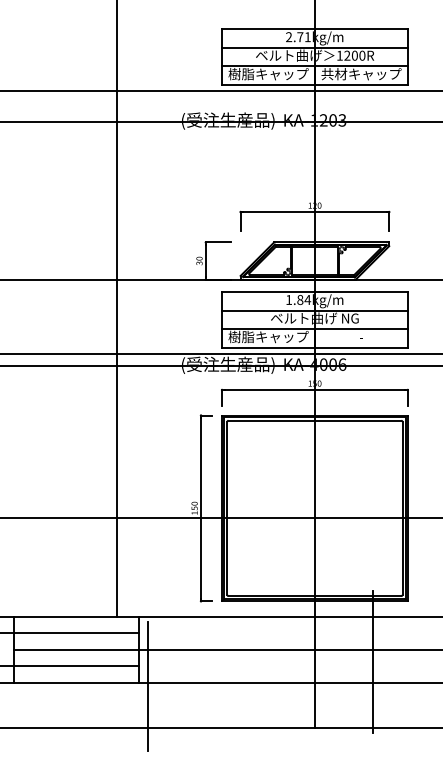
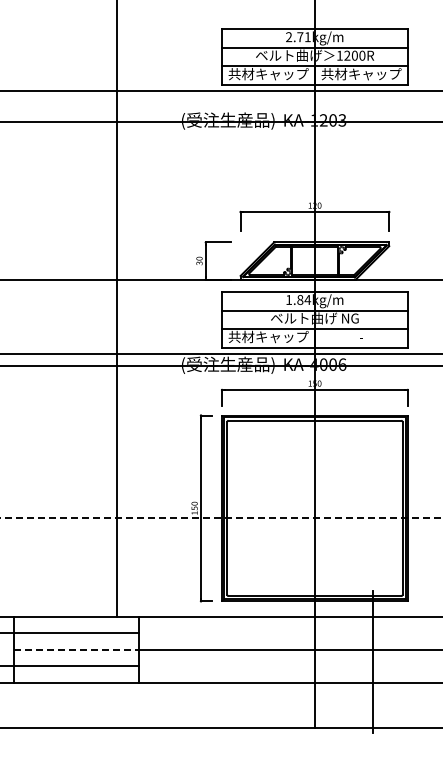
text at (241, 74): 樹脂キャップ -> 共材キャップ
text at (240, 336): 樹脂キャップ -> 共材キャップ
line at (221, 518): solid -> dashed
line at (77, 649): solid -> dashed
line at (147, 686): present -> none
